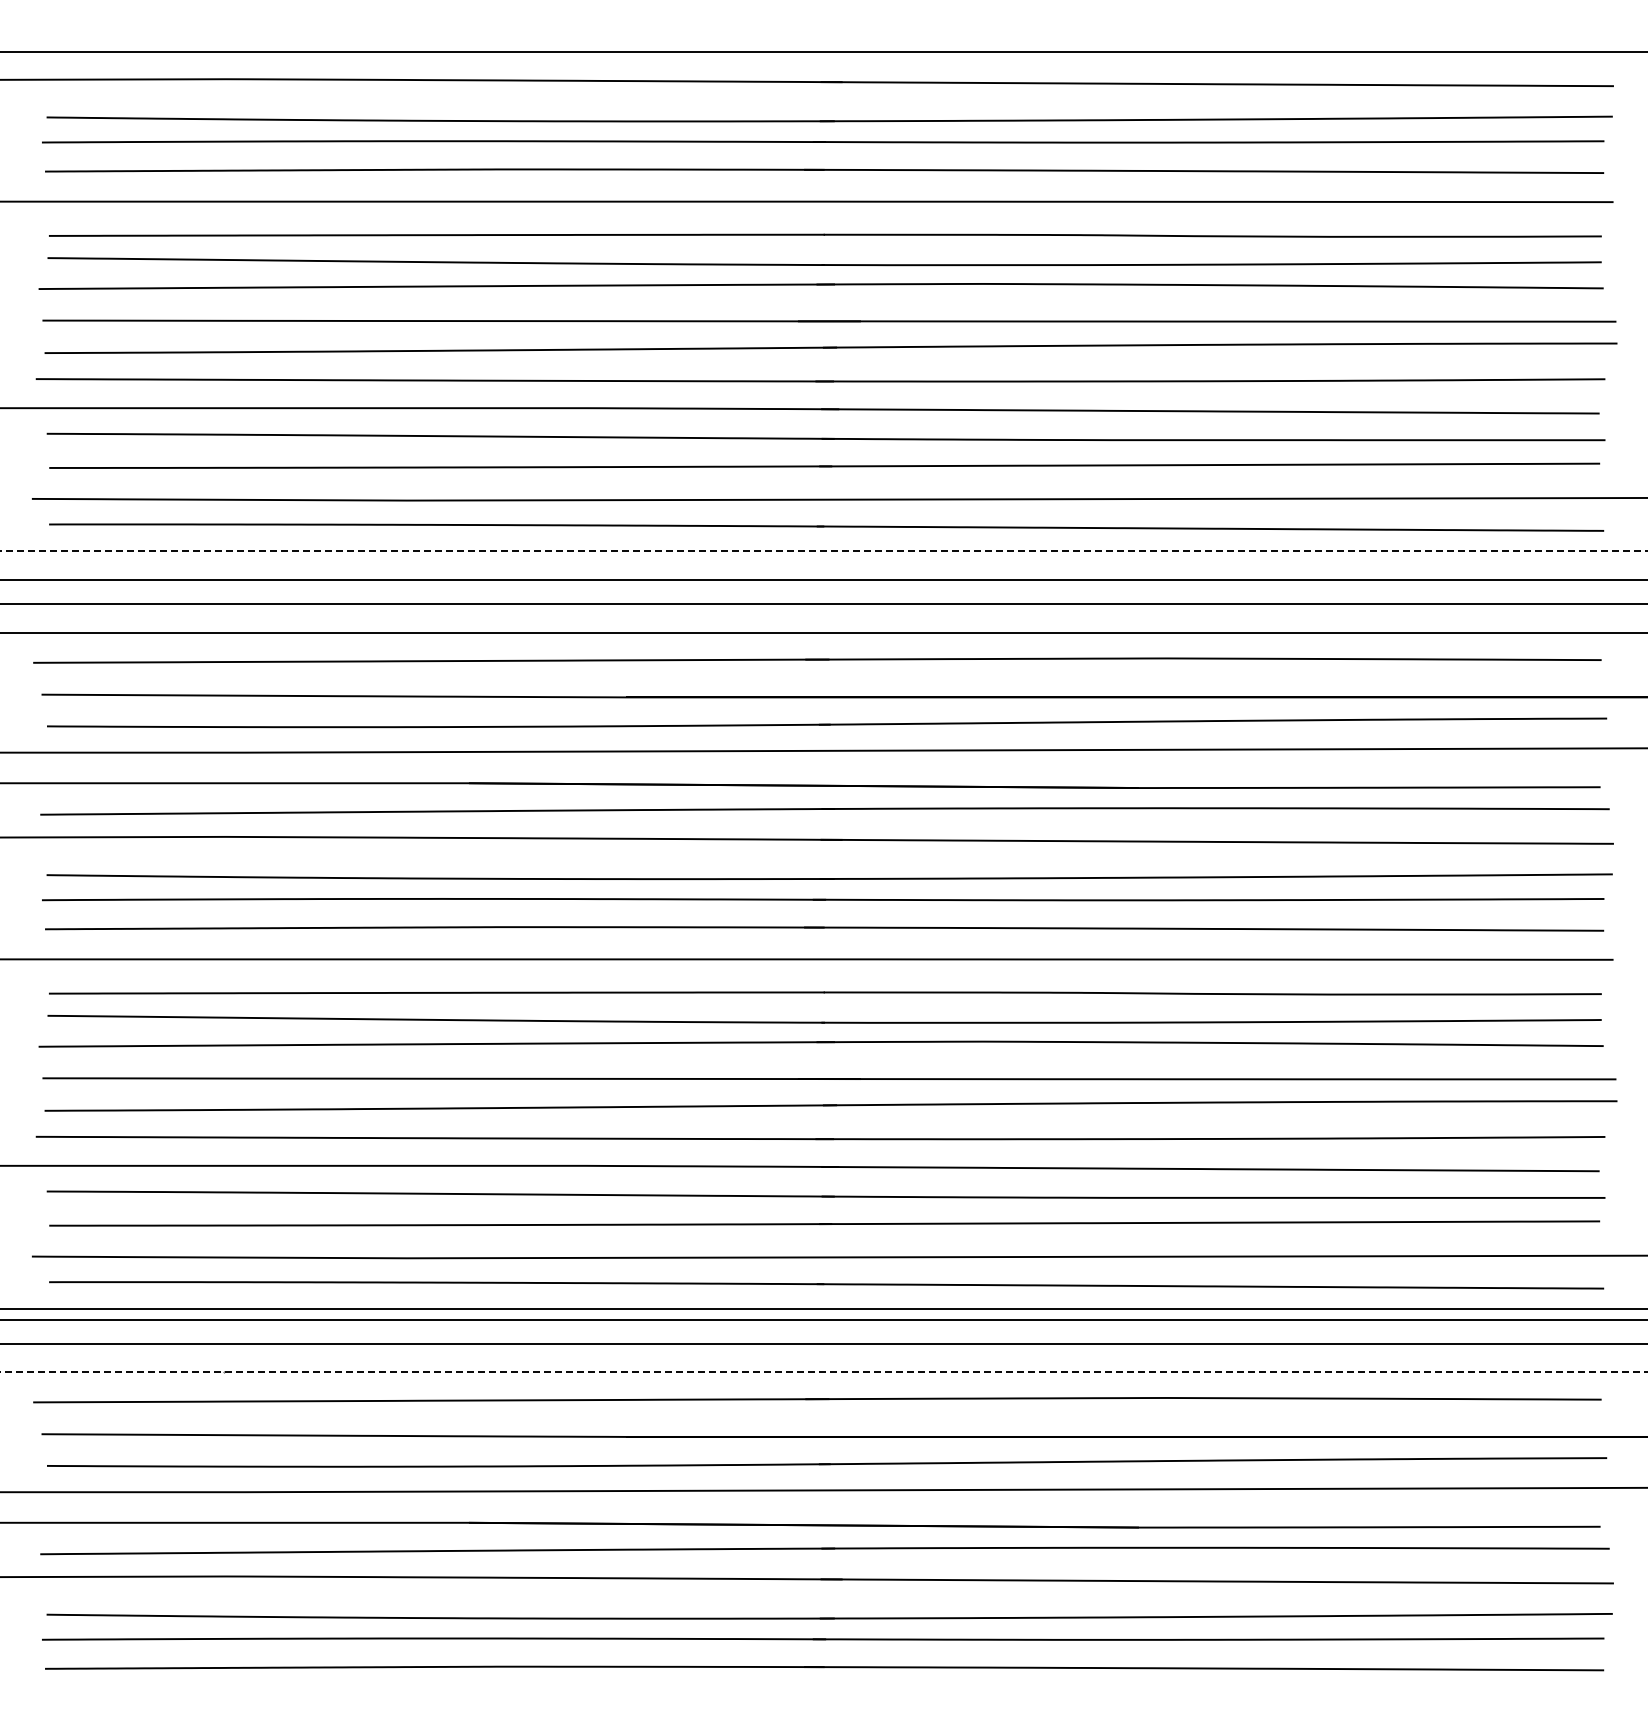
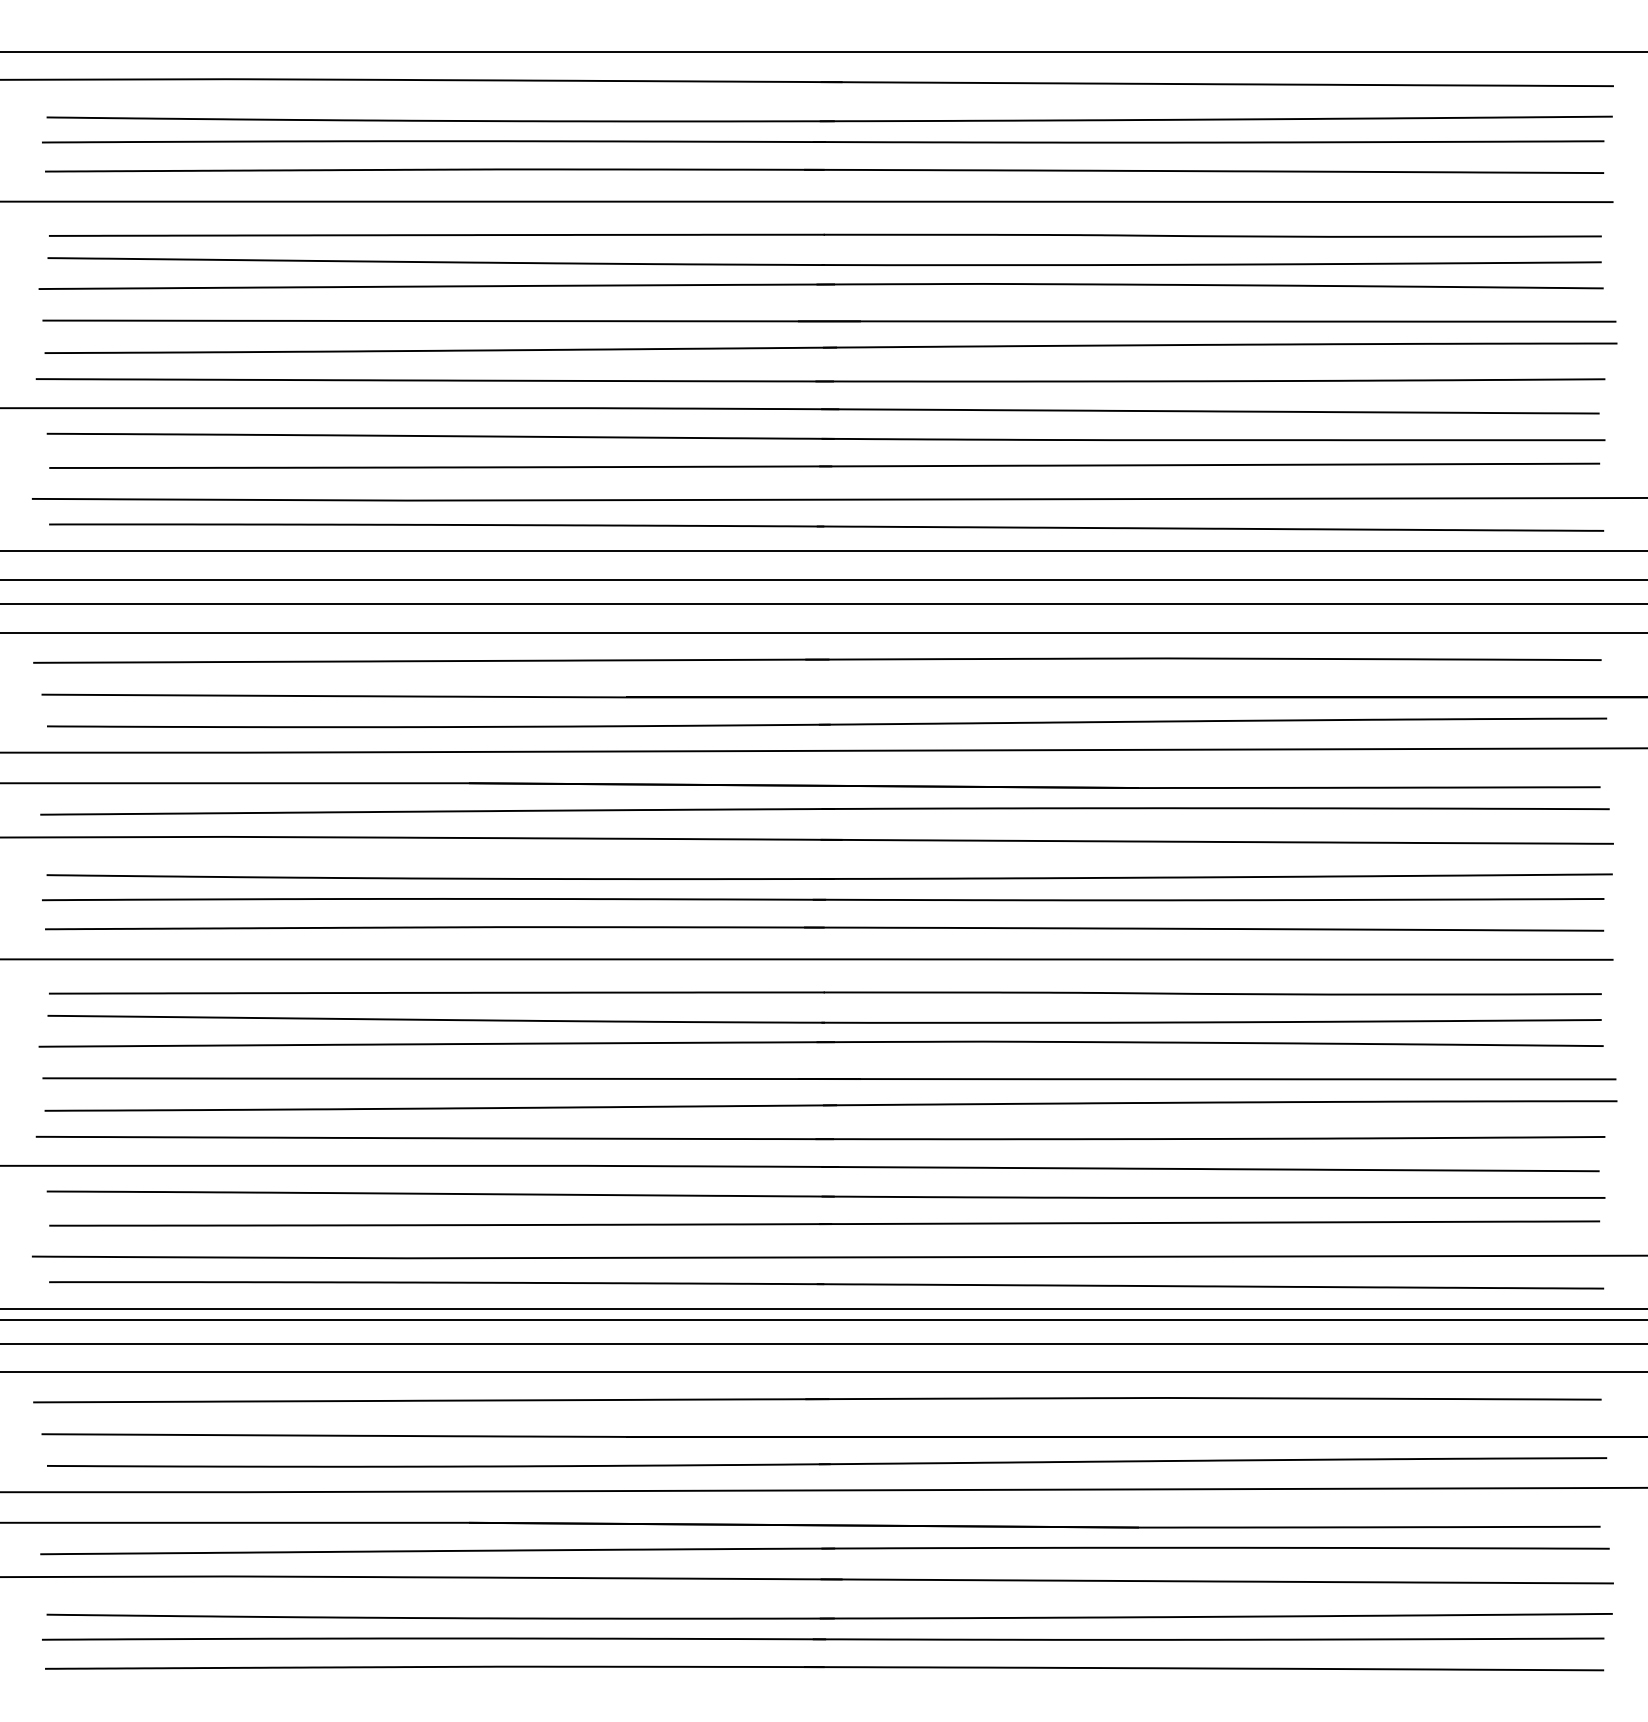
line at (823, 550): dashed -> solid
line at (823, 1372): dashed -> solid
